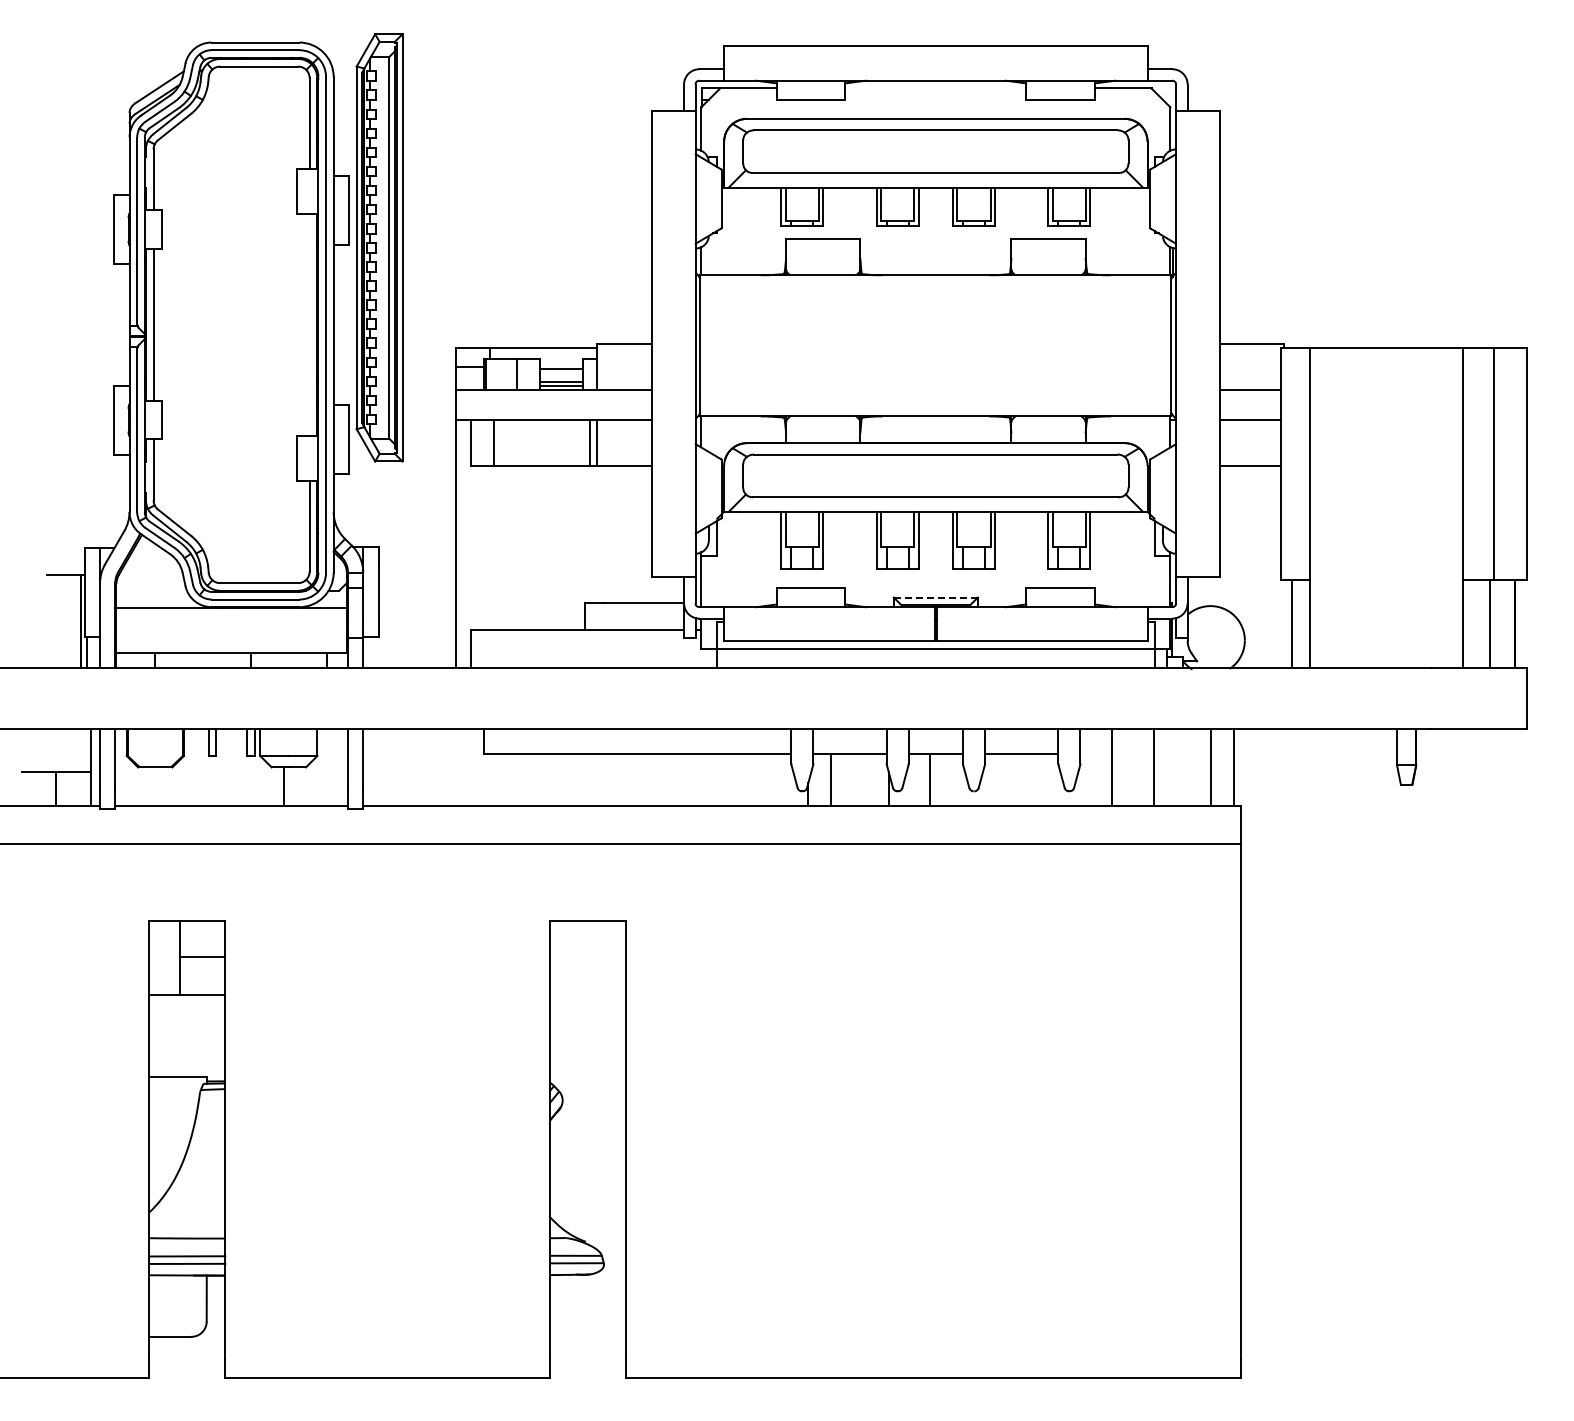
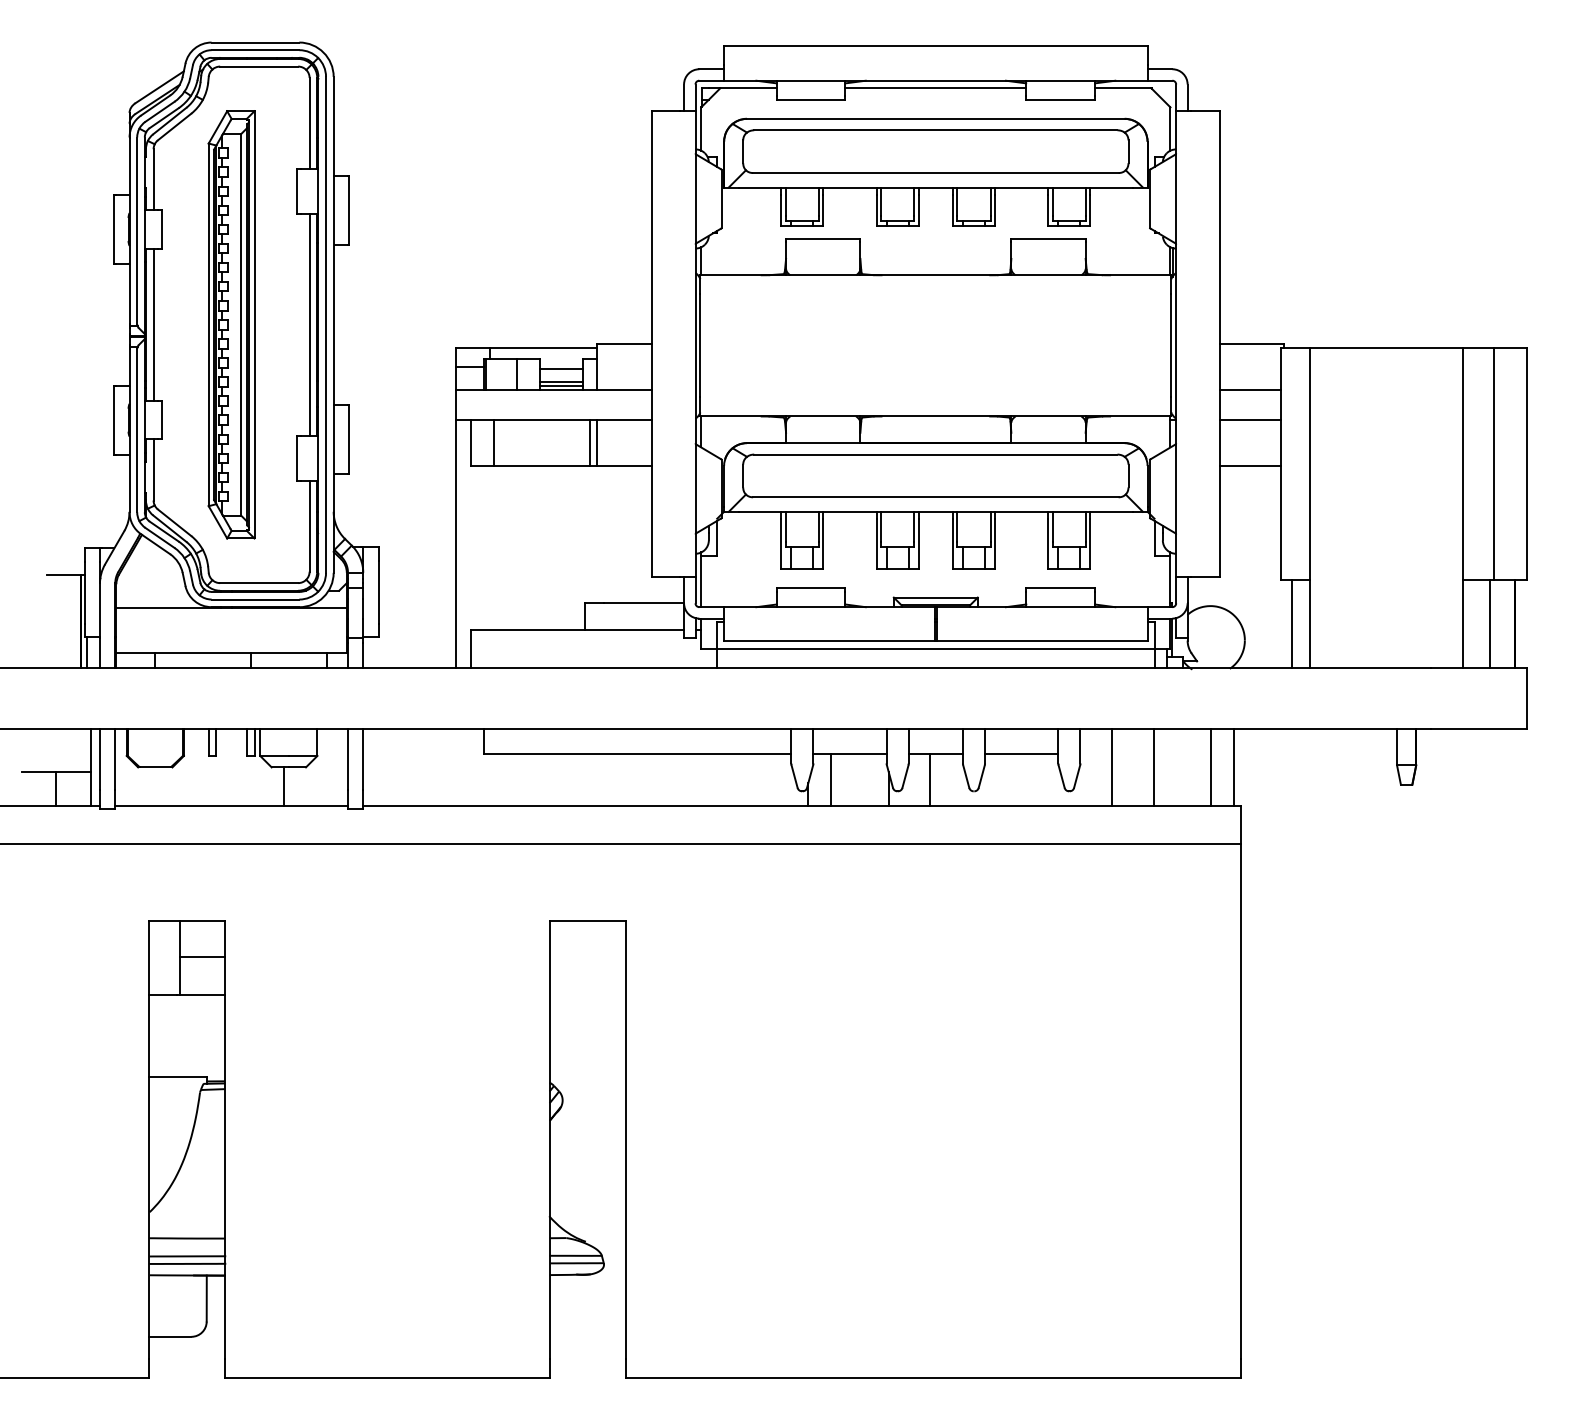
line at (935, 88): none -> present
part at (379, 247) position: (379, 247) -> (231, 324)
line at (309, 324): none -> present
line at (935, 597): dashed -> solid
